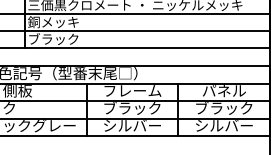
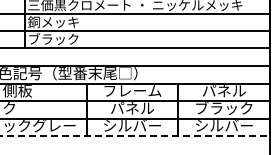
text at (132, 108): ブラック -> パネル
line at (135, 136): solid -> dashed
